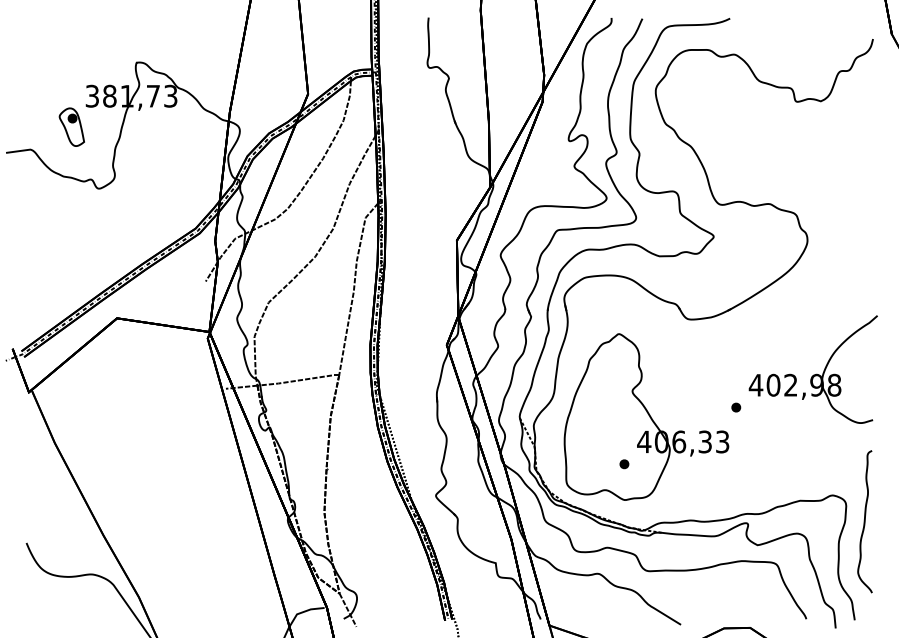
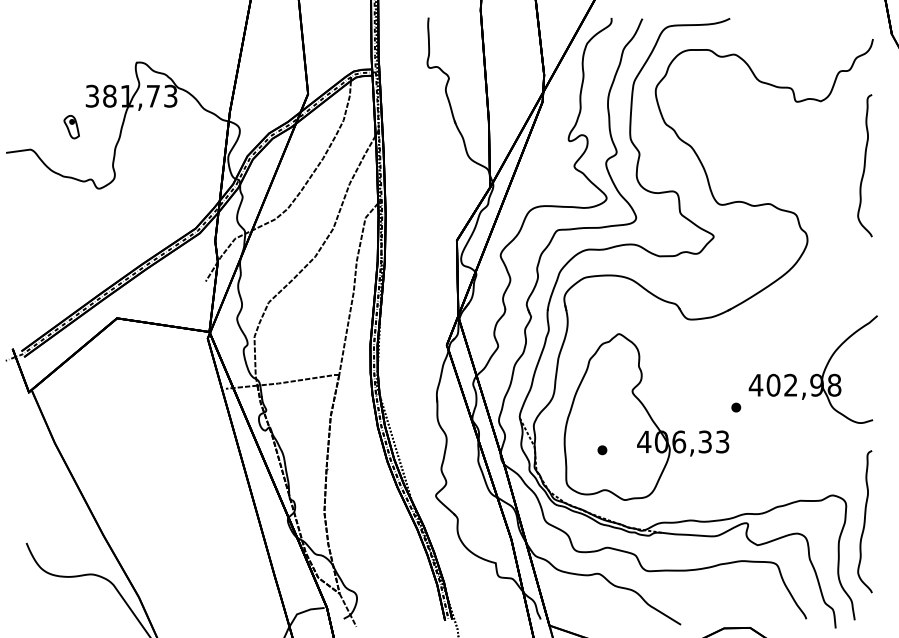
part at (71, 126) size: 27x40 px -> 17x25 px
curve at (864, 165): none -> present
part at (624, 464) position: (624, 464) -> (602, 450)
